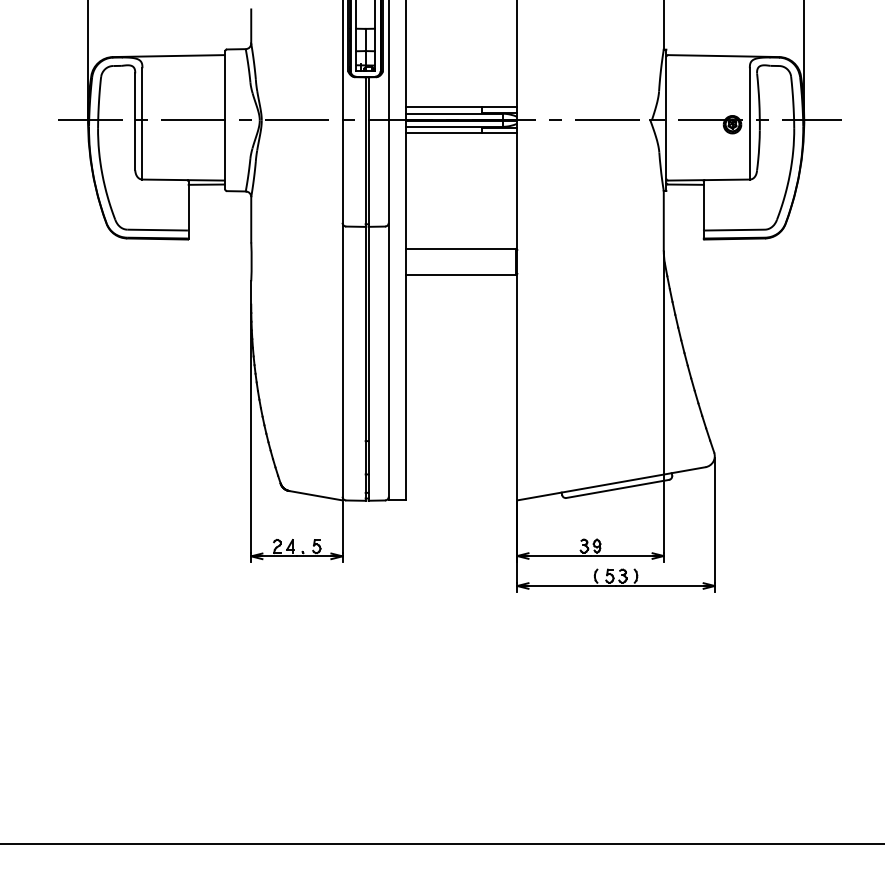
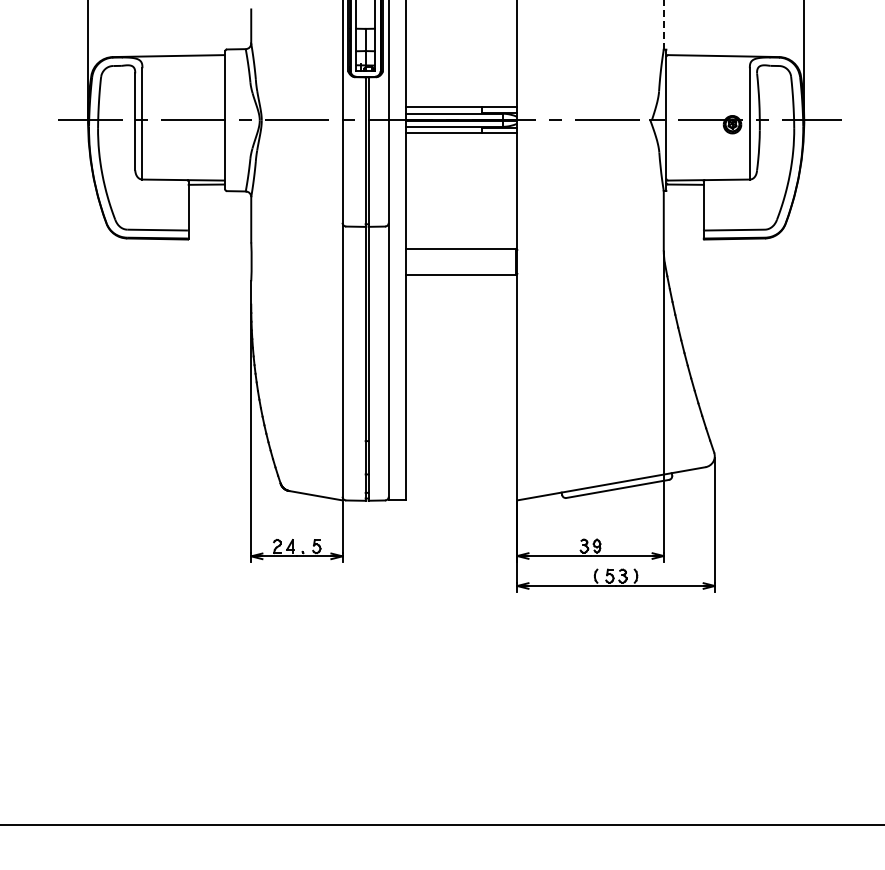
line at (663, 24): solid -> dashed
line at (441, 843) position: (441, 843) -> (441, 824)
